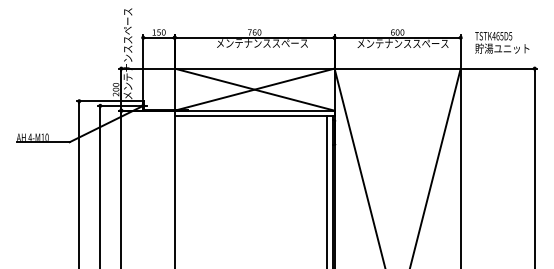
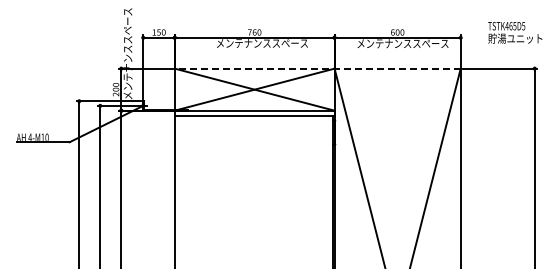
text at (502, 42) position: (502, 42) -> (515, 32)
line at (317, 68): solid -> dashed
line at (327, 190): present -> none
